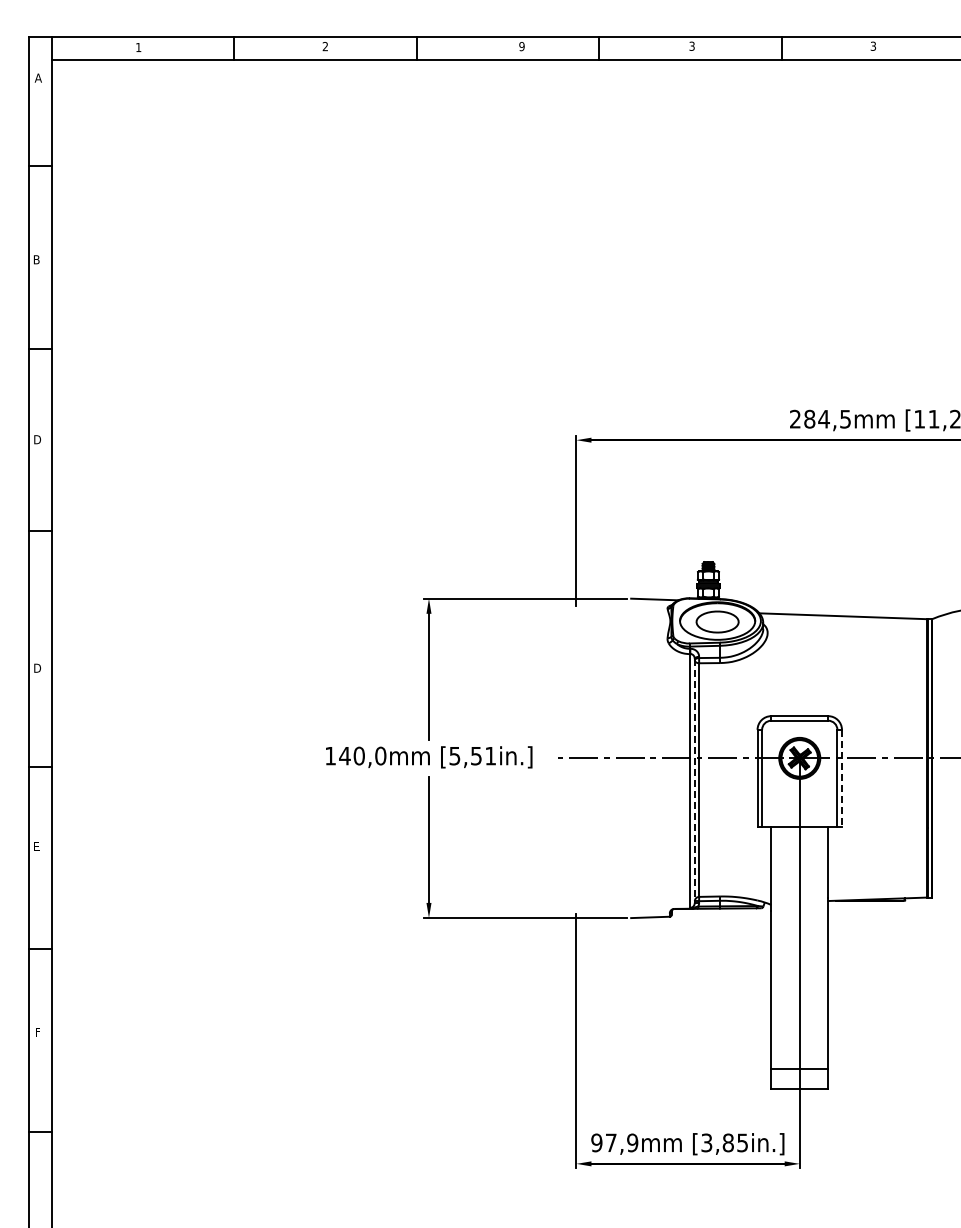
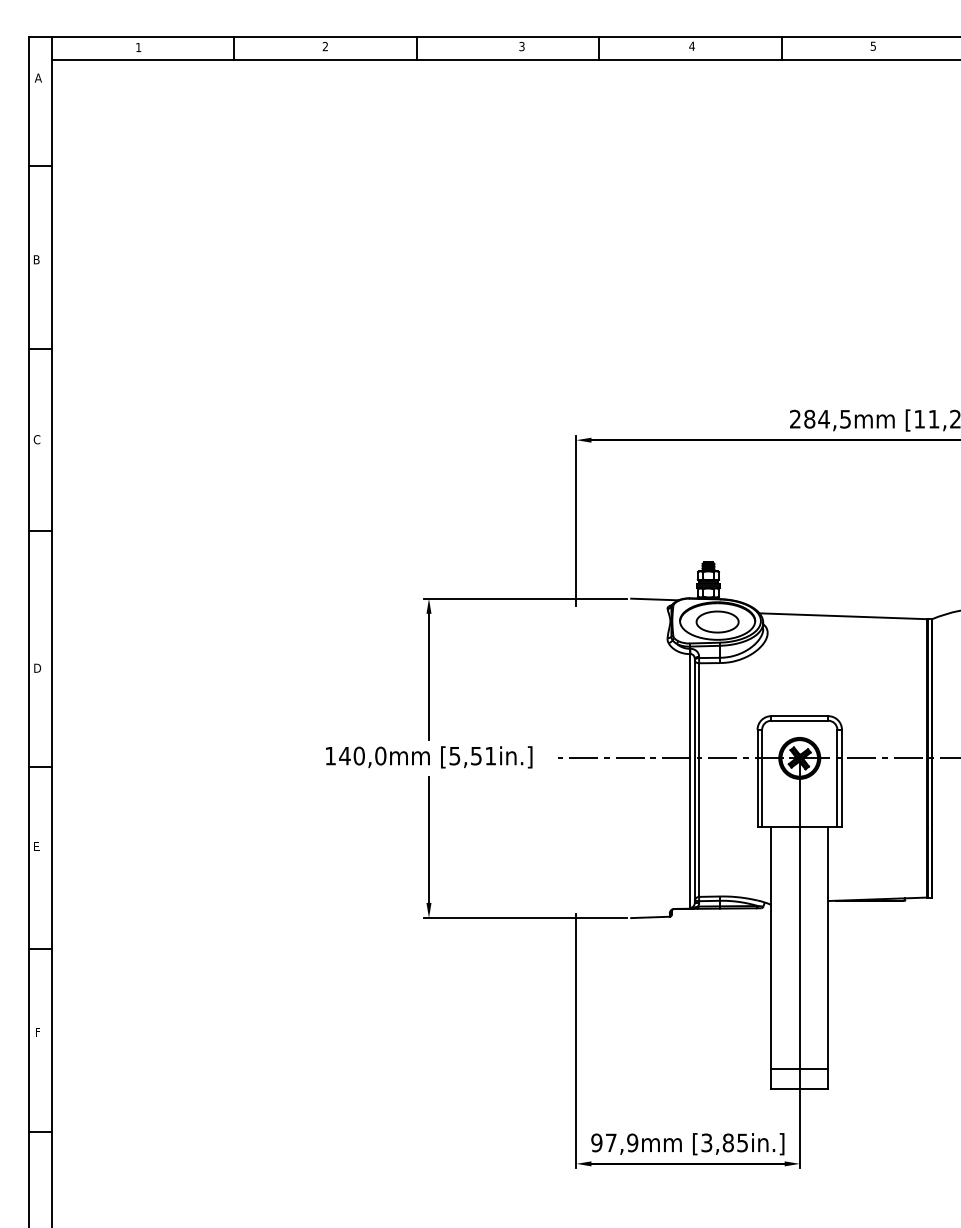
text at (691, 45): 3 -> 4
text at (873, 45): 3 -> 5
text at (521, 46): 9 -> 3
text at (37, 439): D -> C
line at (841, 778): dashed -> solid
line at (694, 780): dashed -> solid
